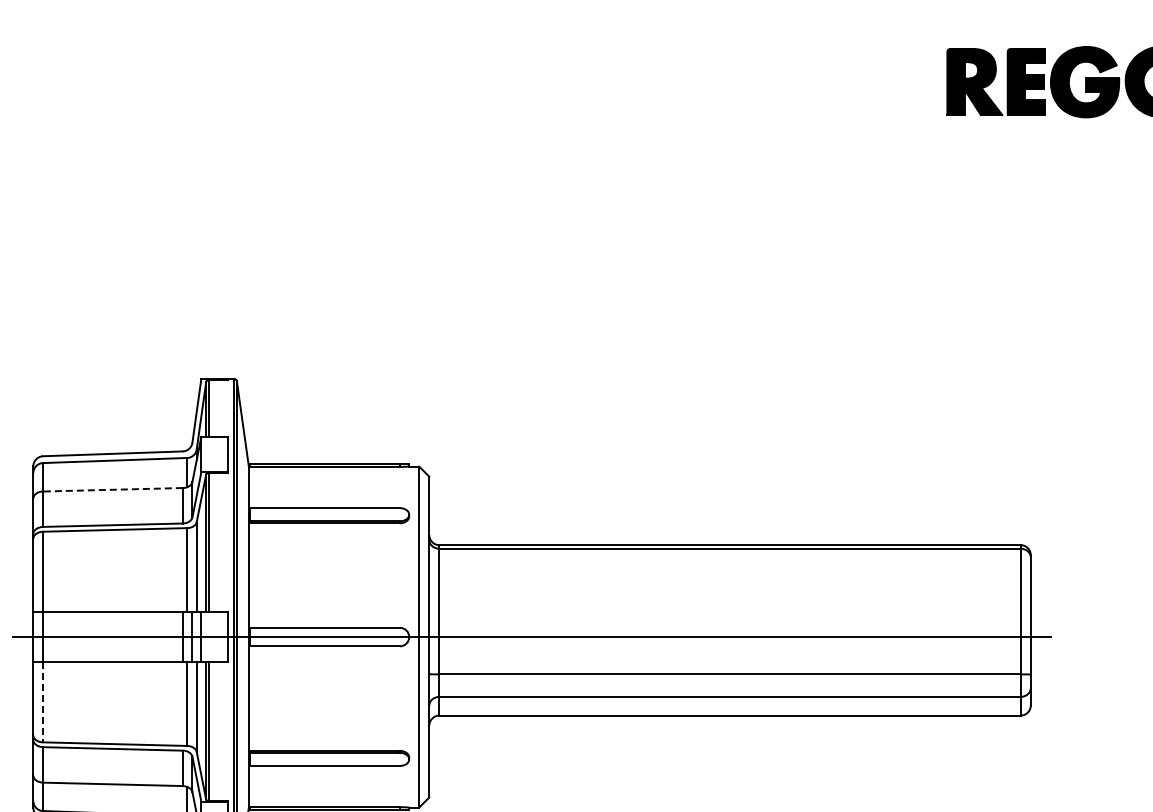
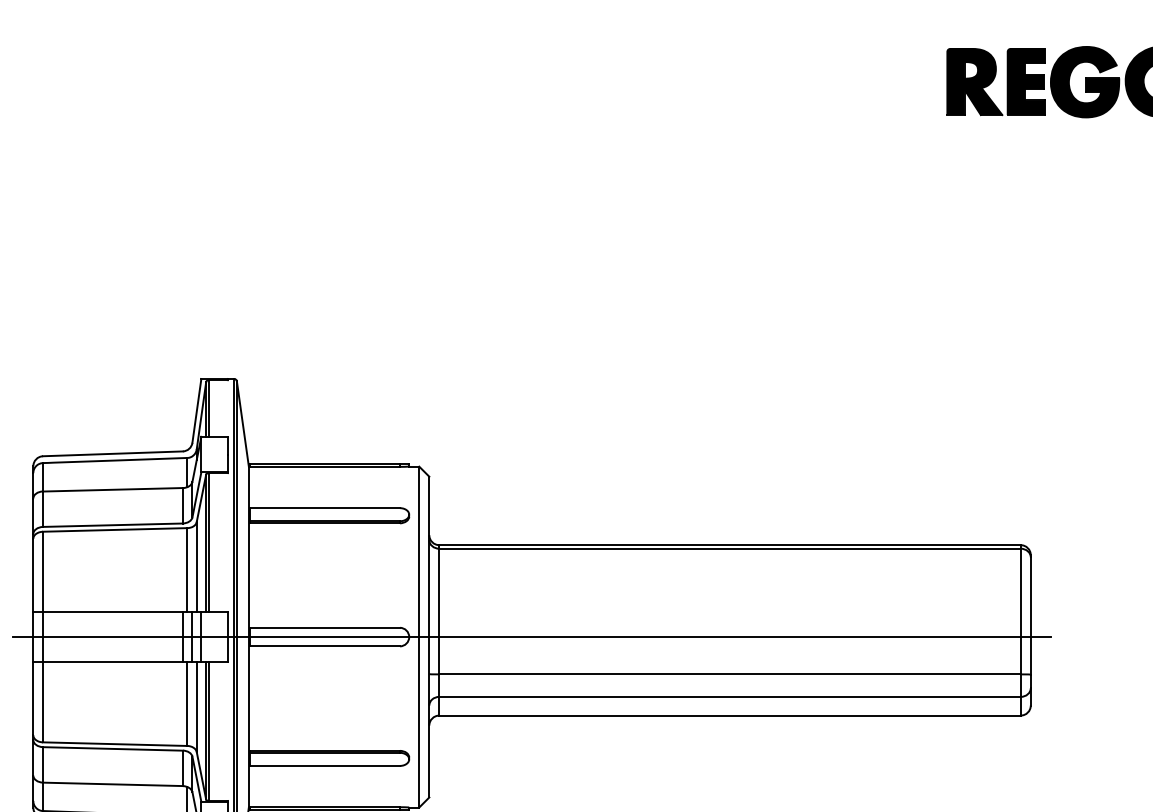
line at (112, 489): dashed -> solid
line at (42, 702): dashed -> solid
